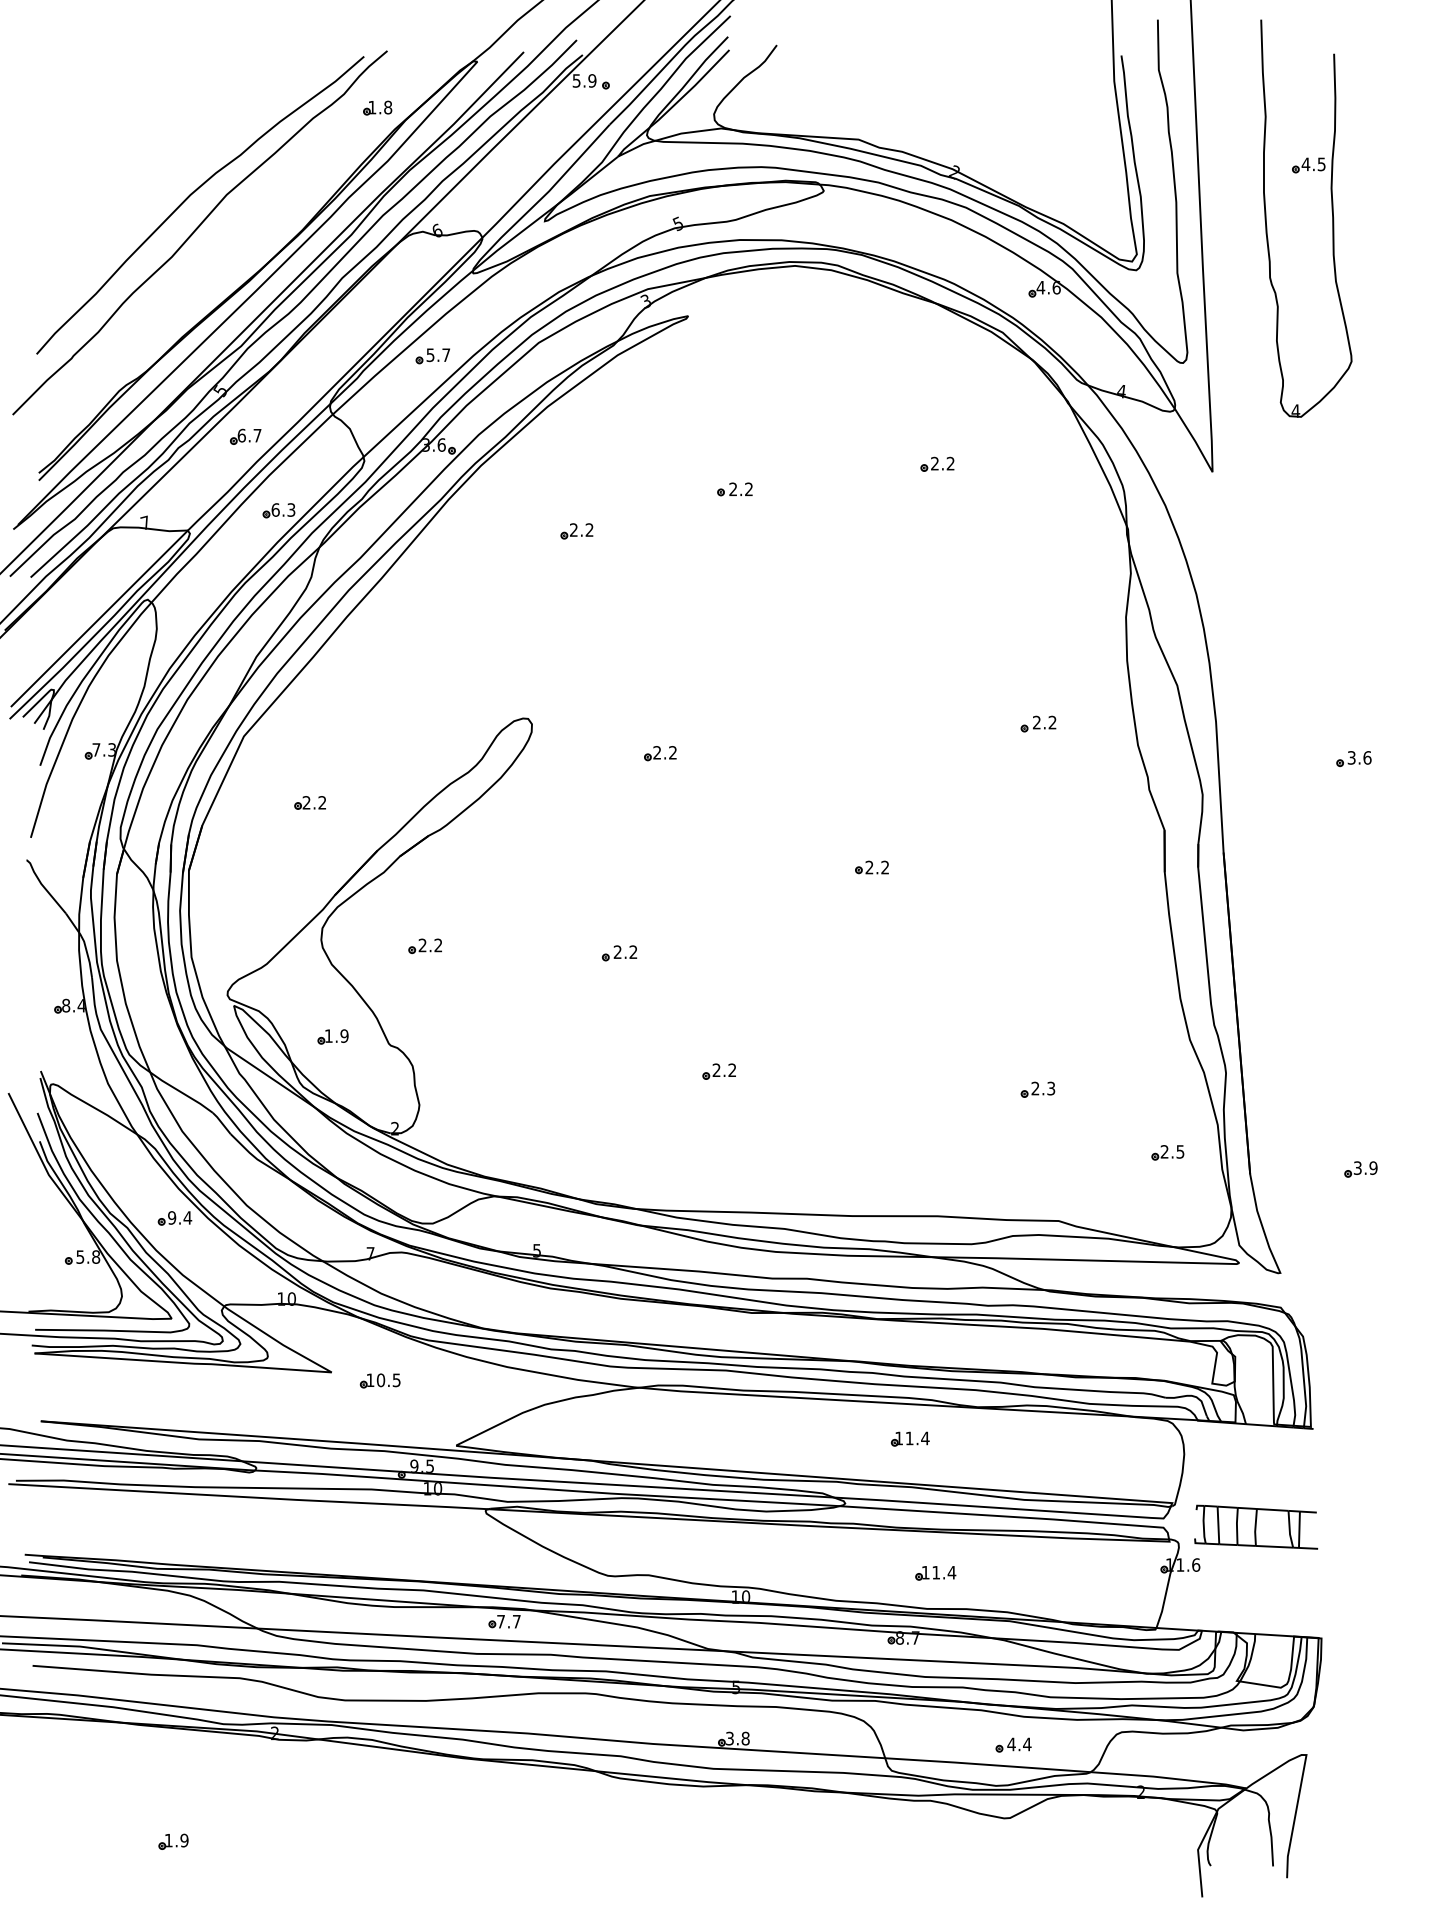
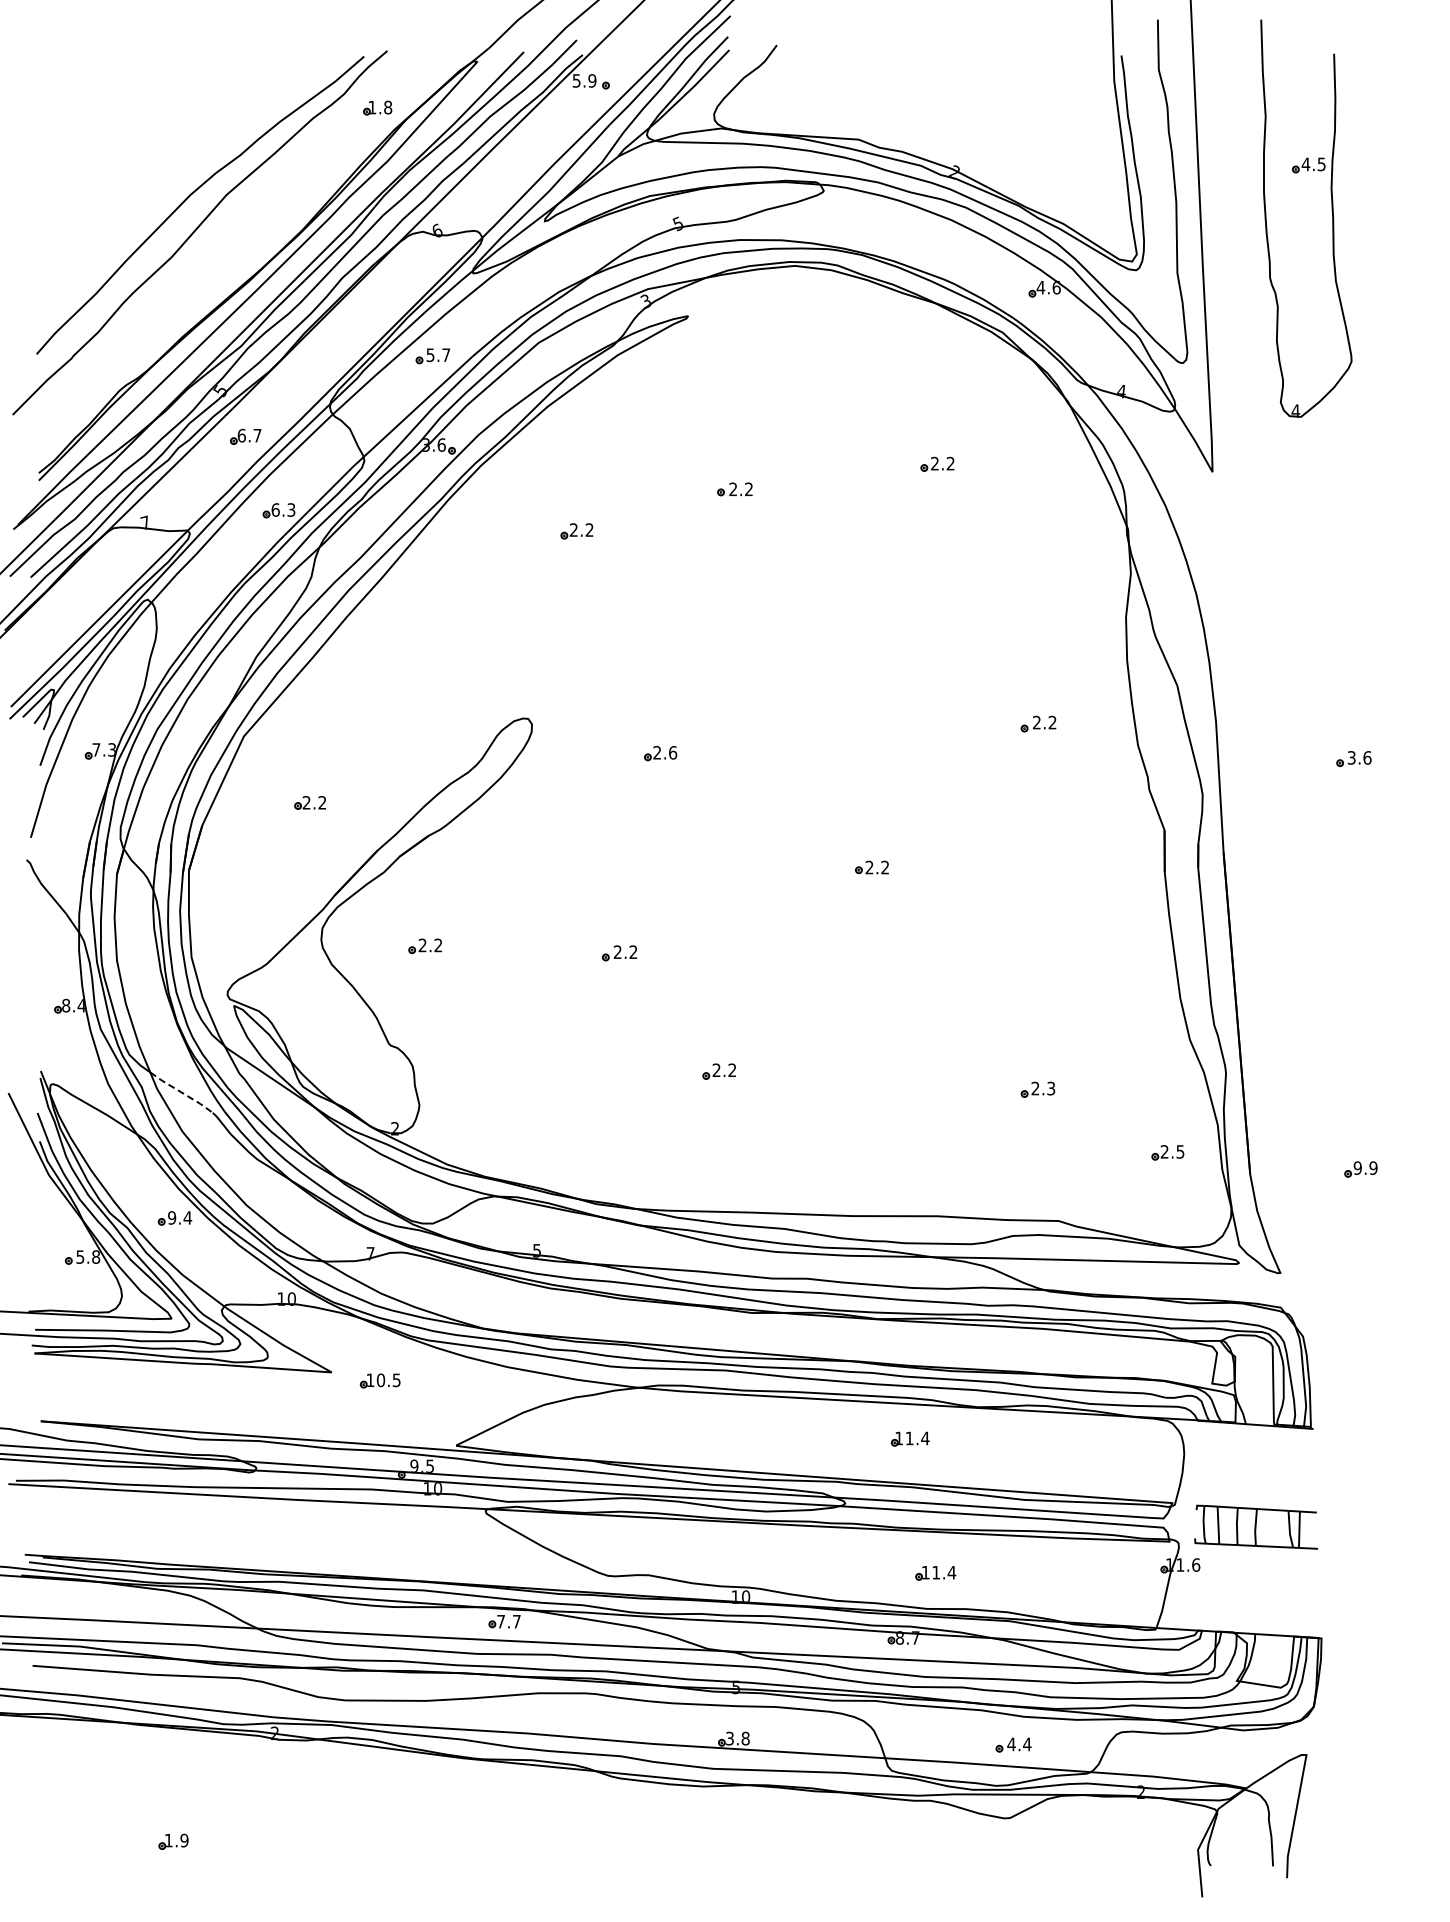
text at (673, 752): 2.2 -> 2.6
part at (332, 1036): present -> none
line at (181, 1092): solid -> dashed
text at (1357, 1167): 3.9 -> 9.9
